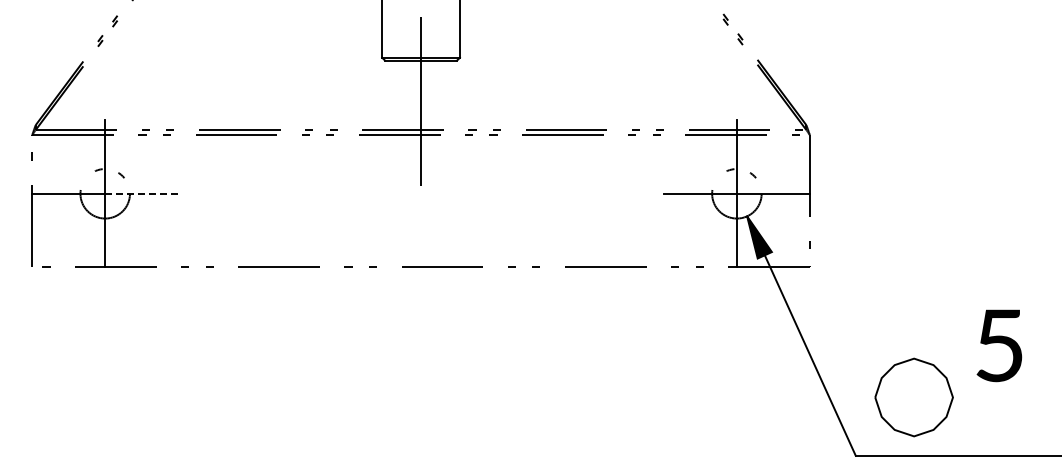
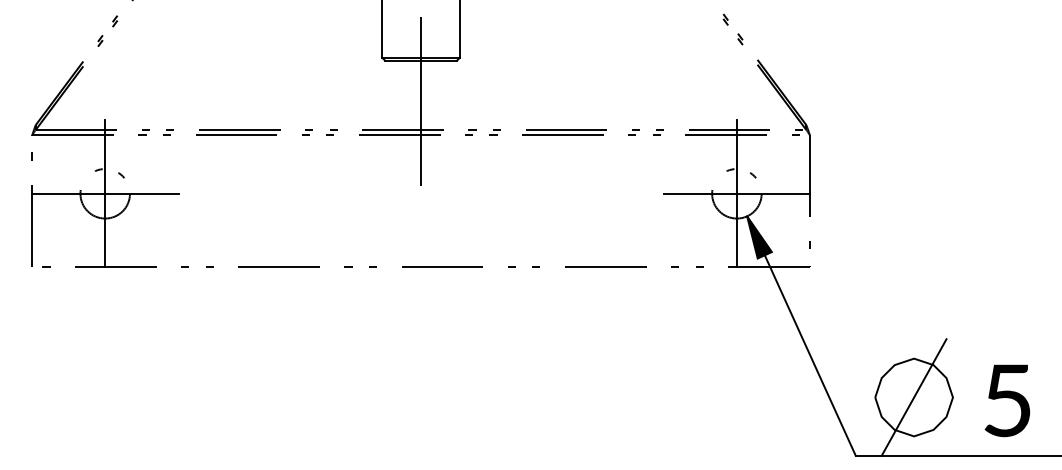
line at (141, 193): dashed -> solid
text at (999, 345) position: (999, 345) -> (1007, 400)
line at (913, 397): none -> present
